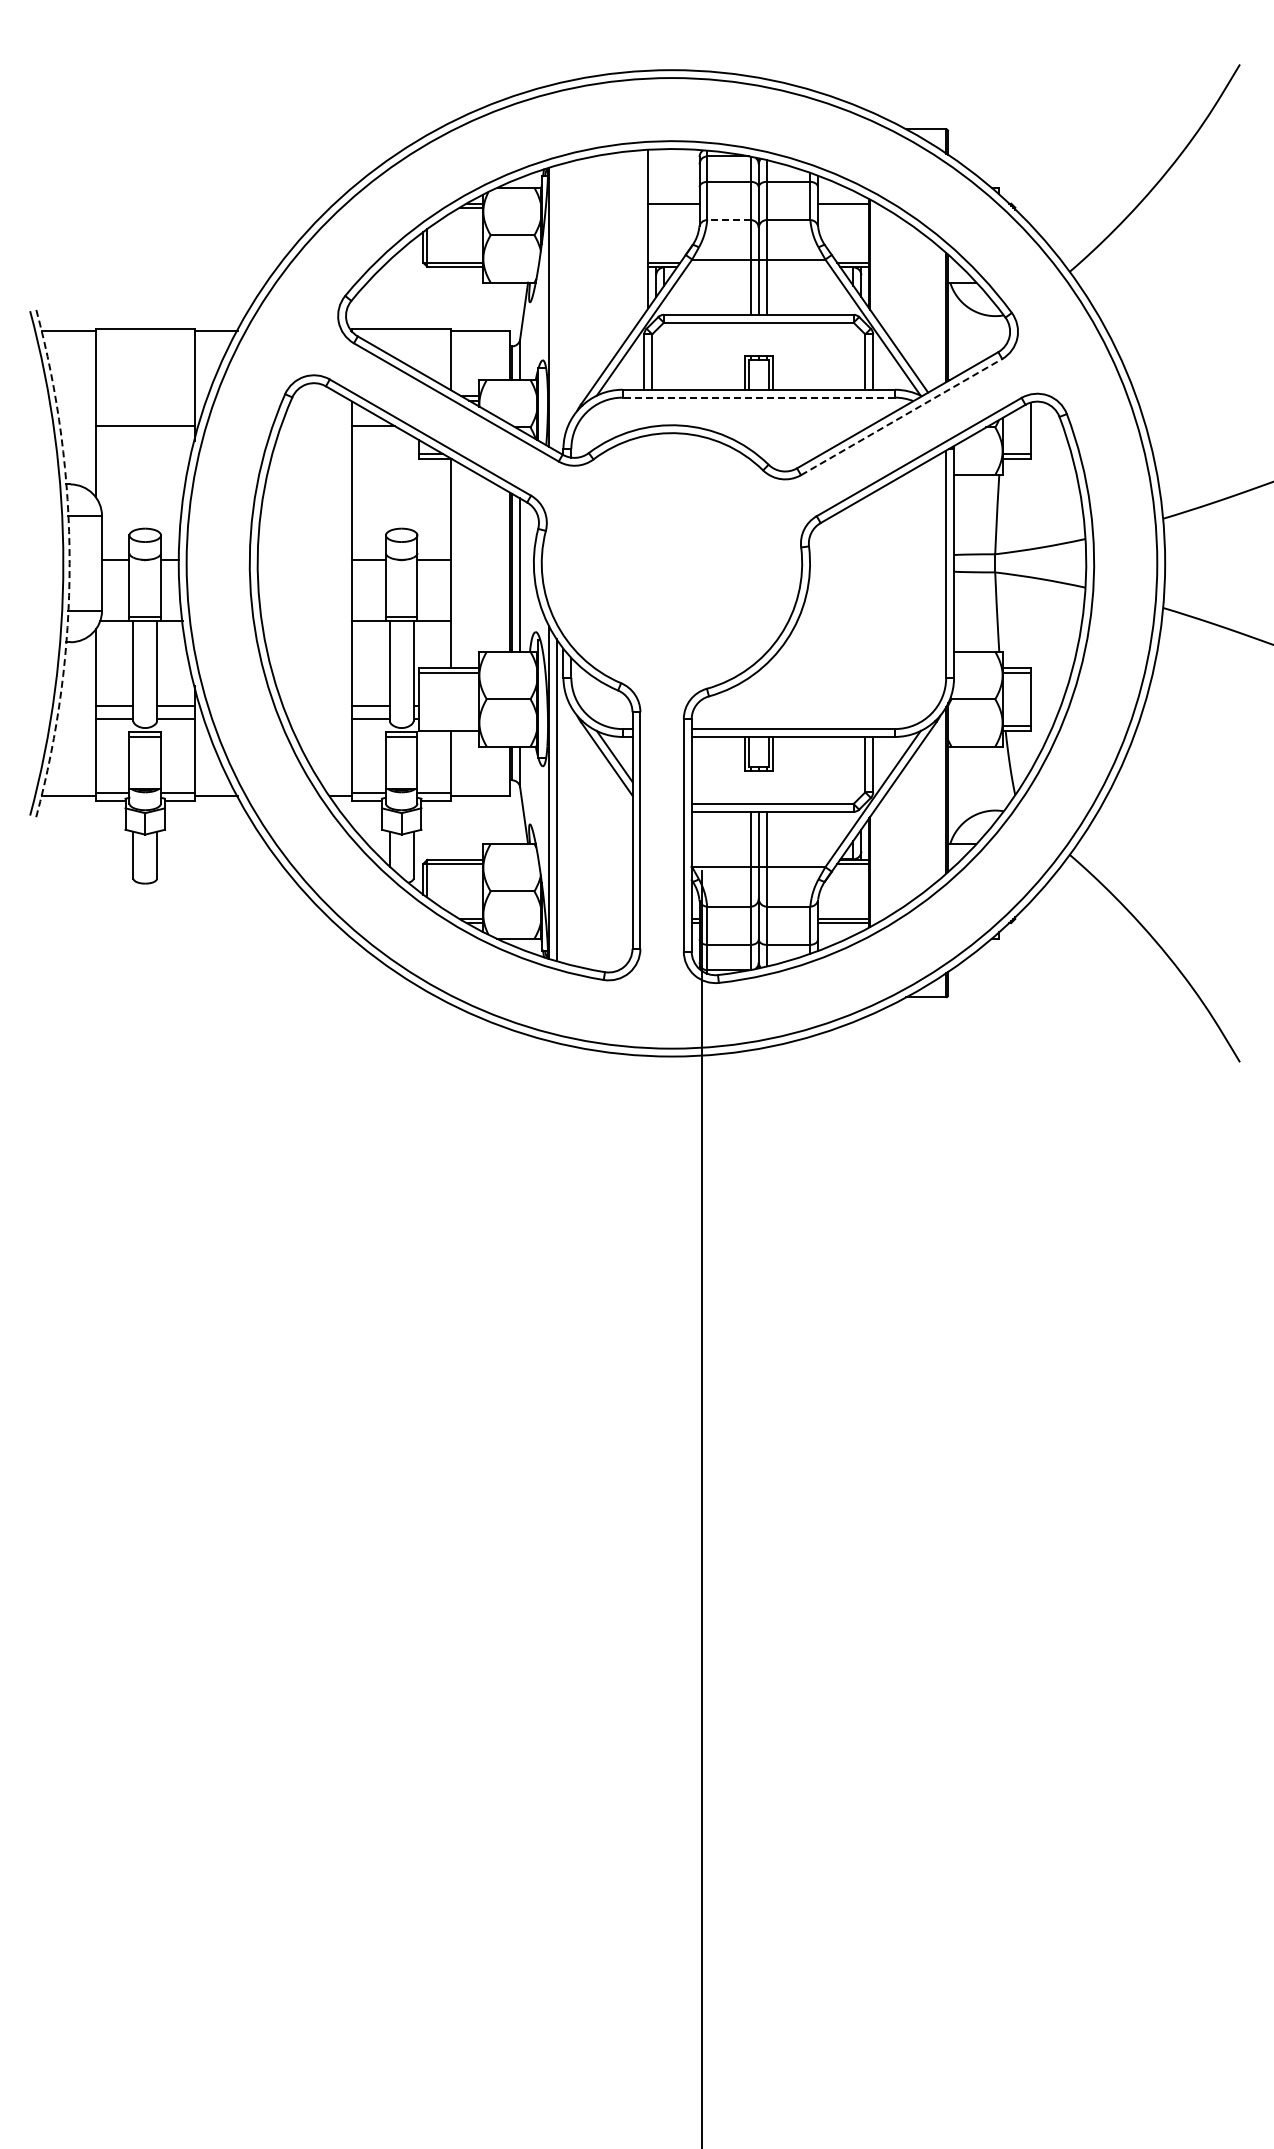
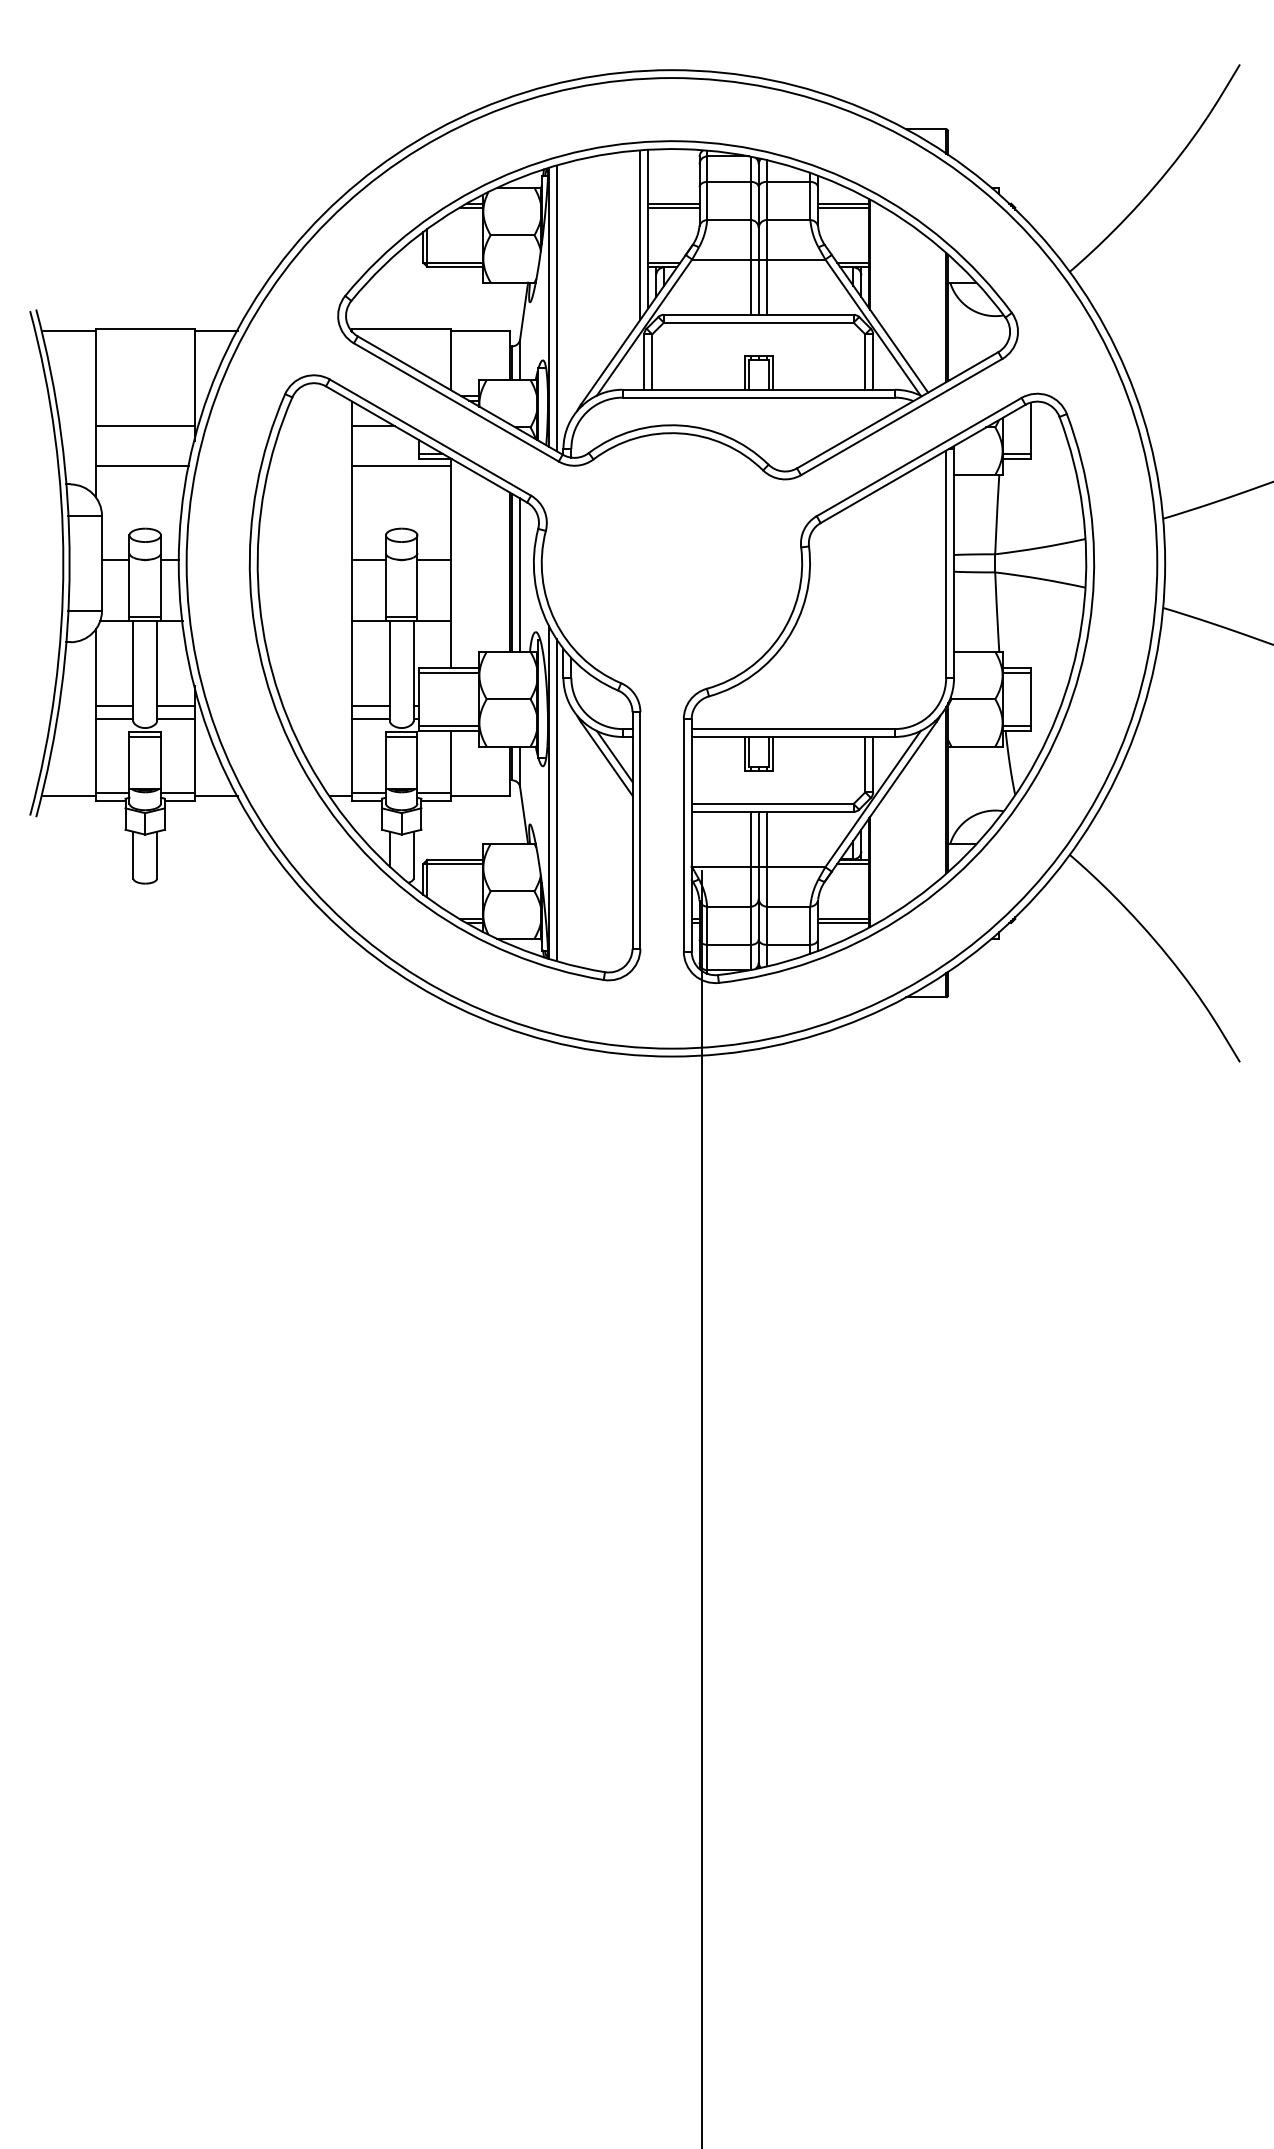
line at (673, 207): none -> present
line at (843, 207): none -> present
line at (729, 220): dashed -> solid
line at (640, 234): none -> present
line at (556, 308): none -> present
line at (758, 397): dashed -> solid
line at (902, 416): dashed -> solid
line at (141, 466): none -> present
line at (401, 466): none -> present
arc at (69, 563): dashed -> solid
line at (449, 725): none -> present
